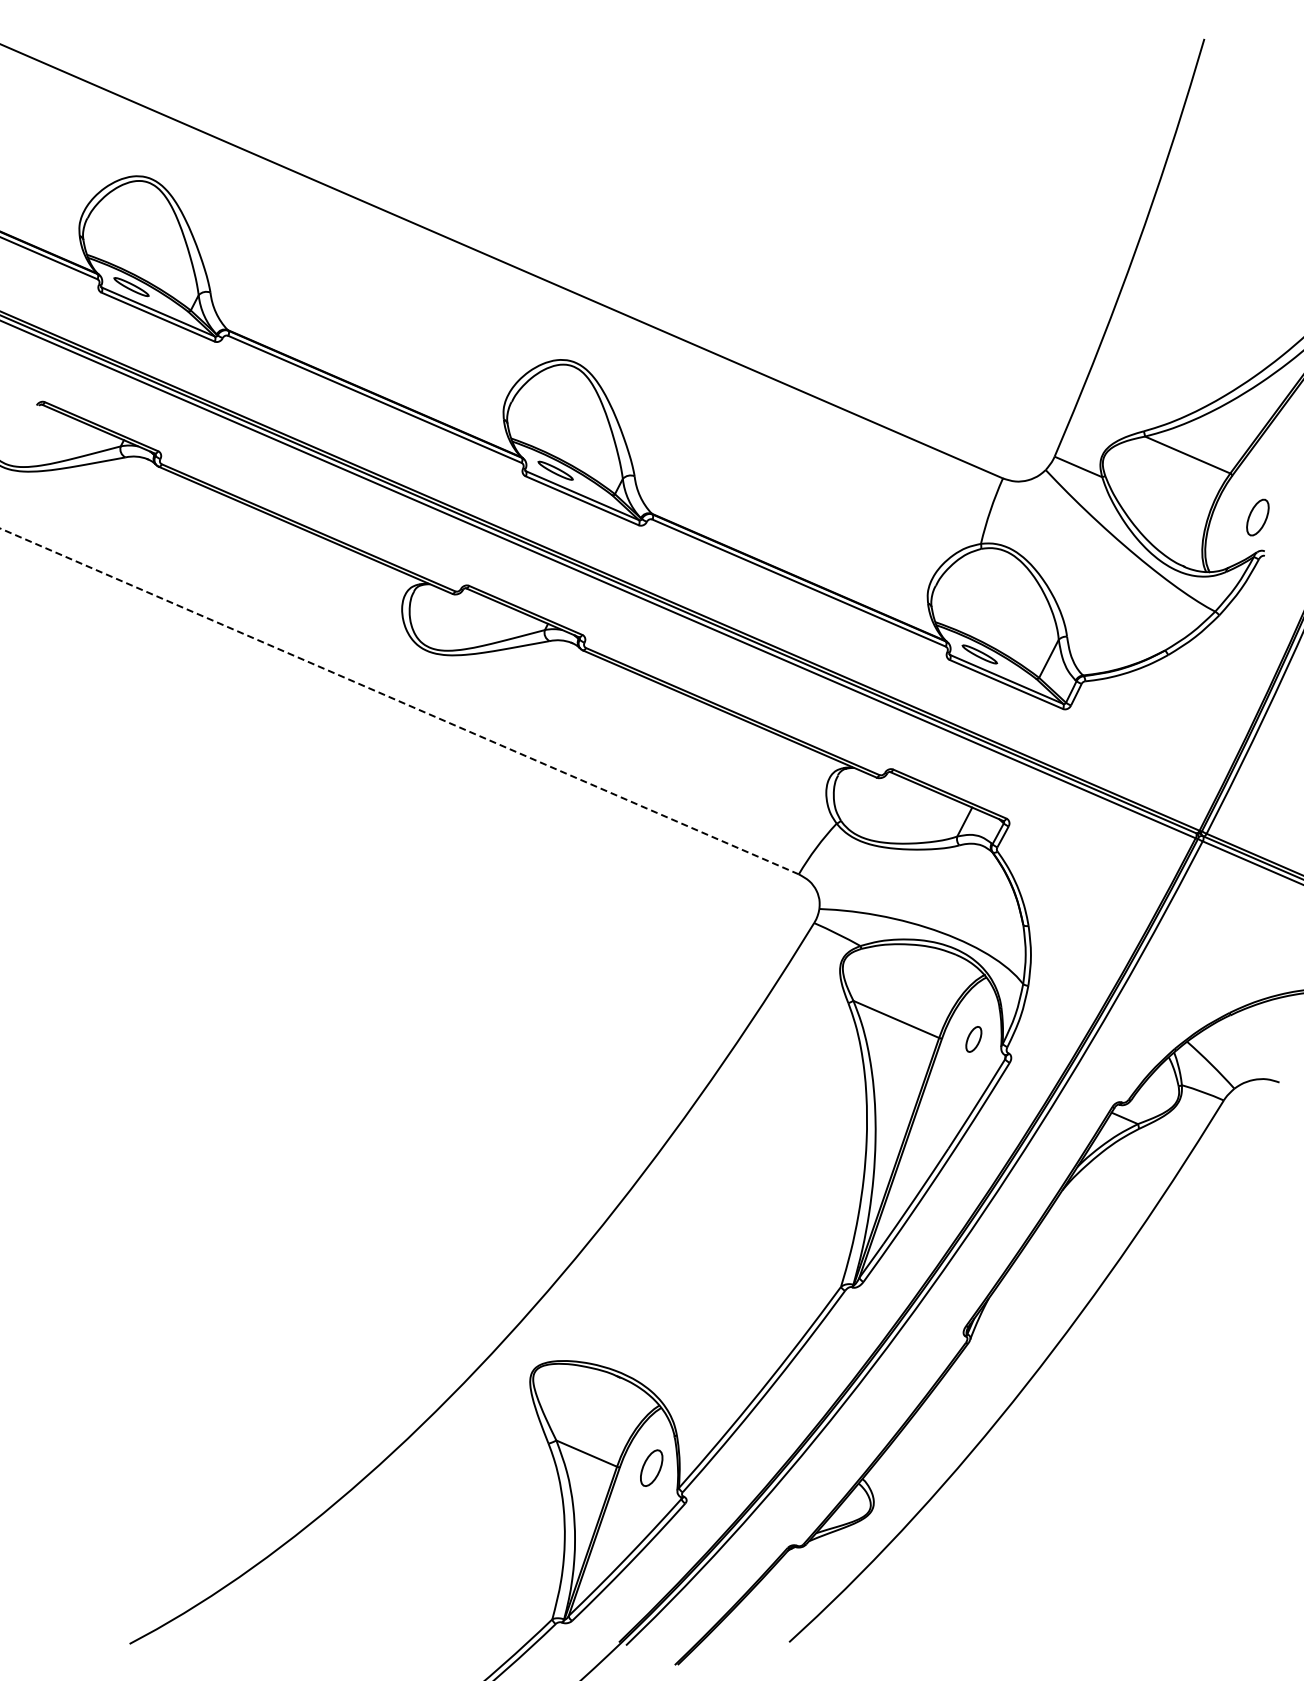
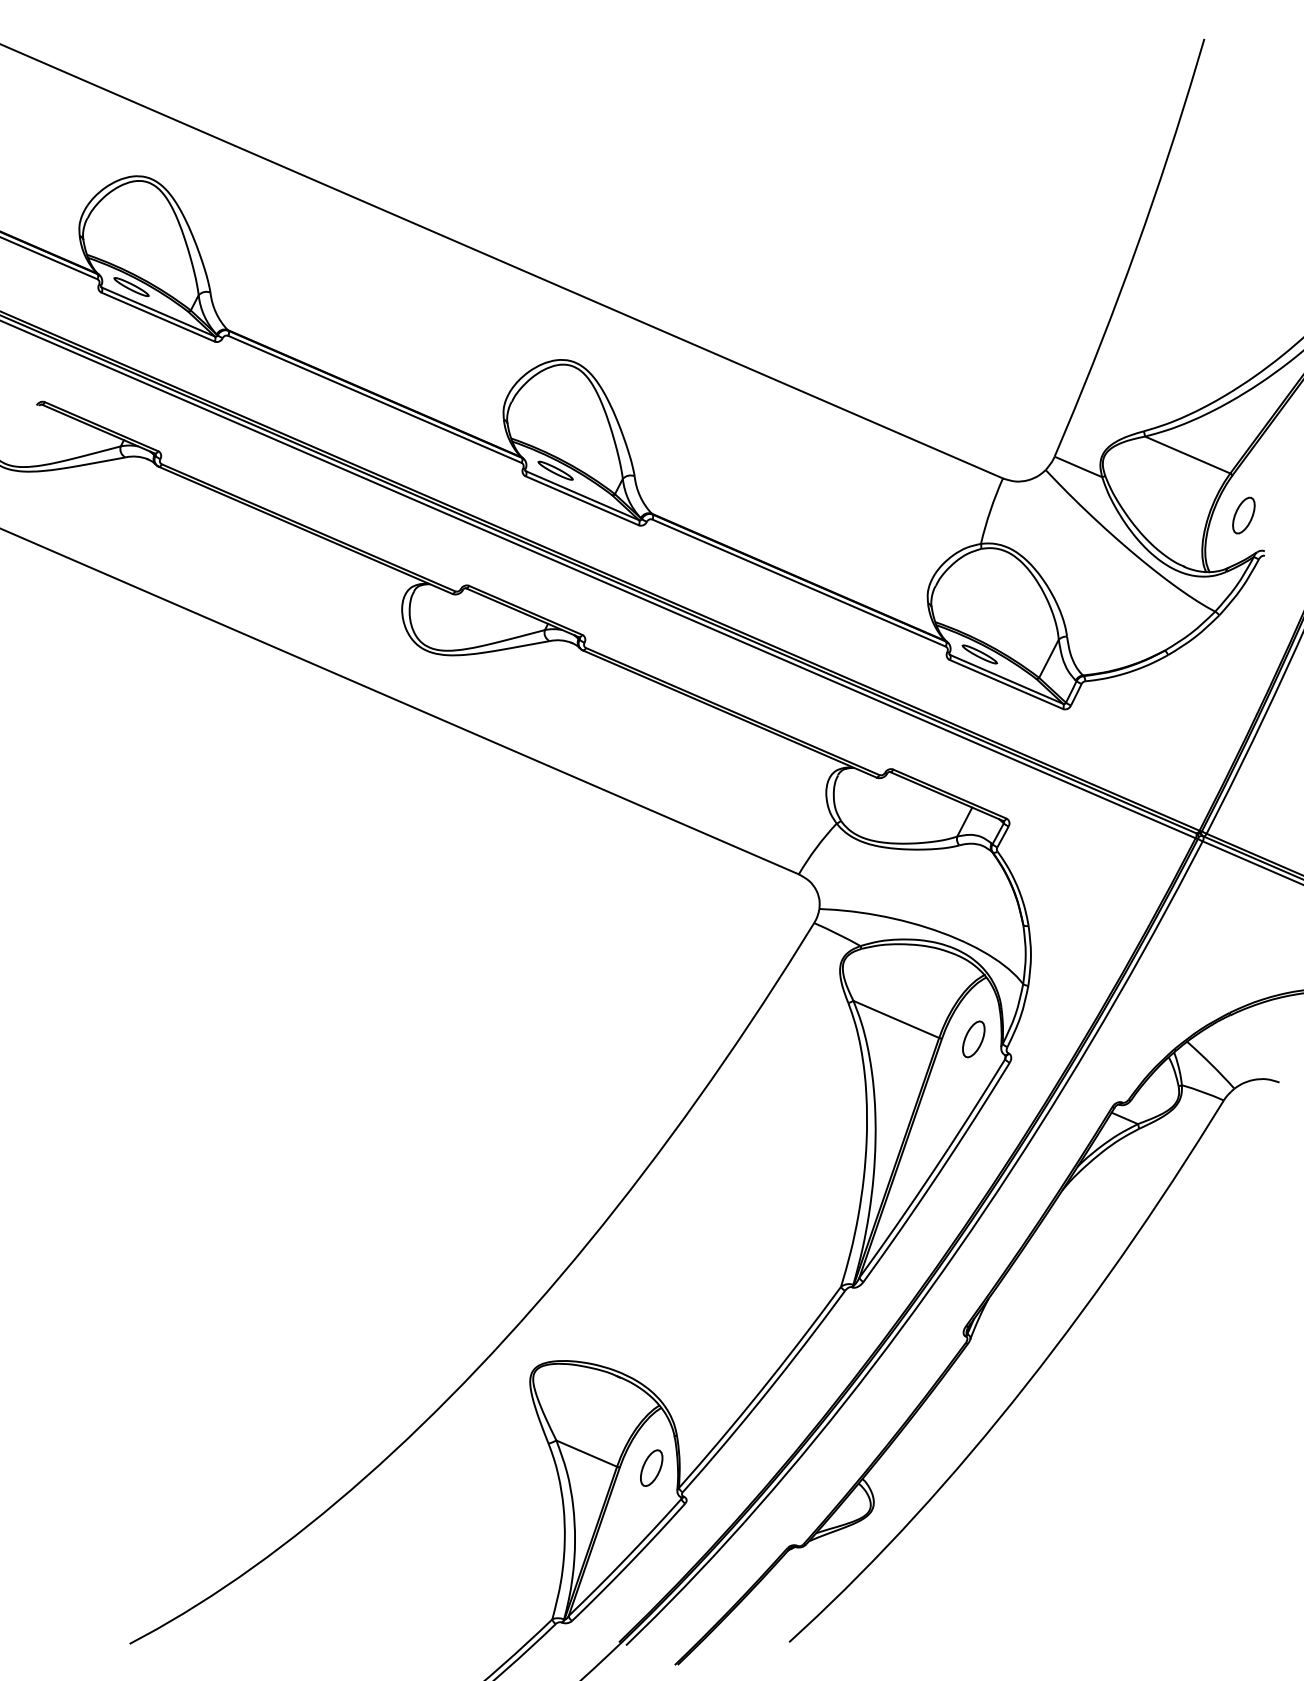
part at (1257, 517) position: (1257, 517) -> (1243, 515)
line at (399, 701): dashed -> solid
part at (973, 1039) size: 18x27 px -> 24x39 px
